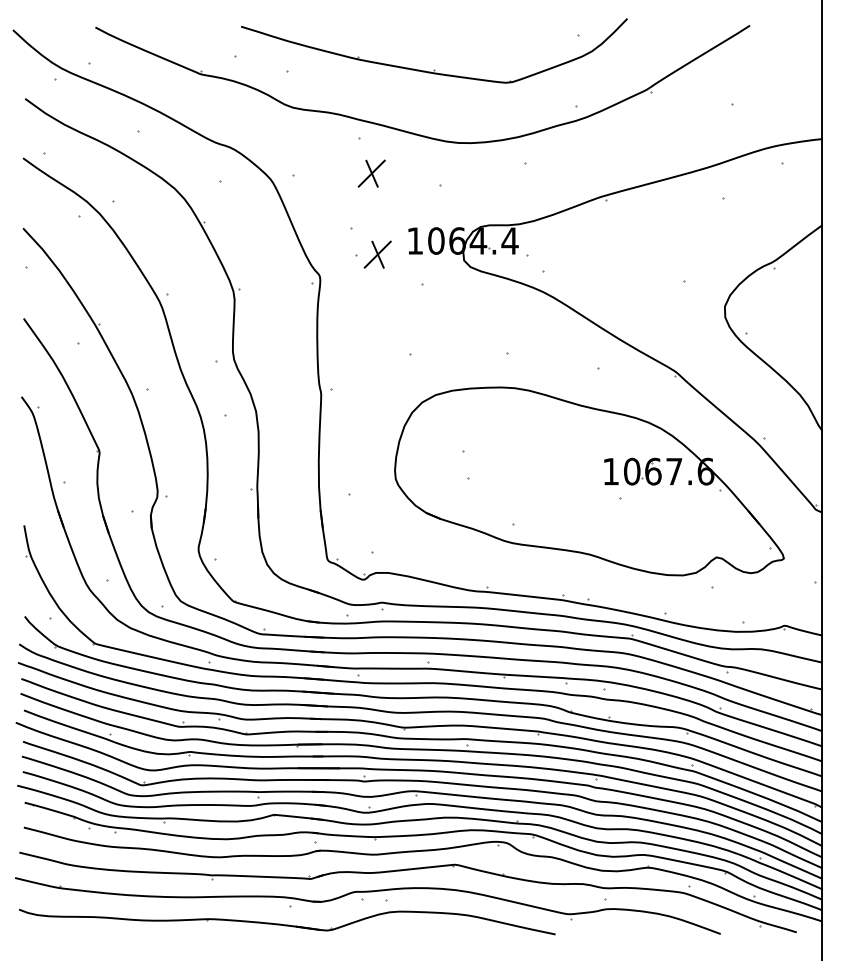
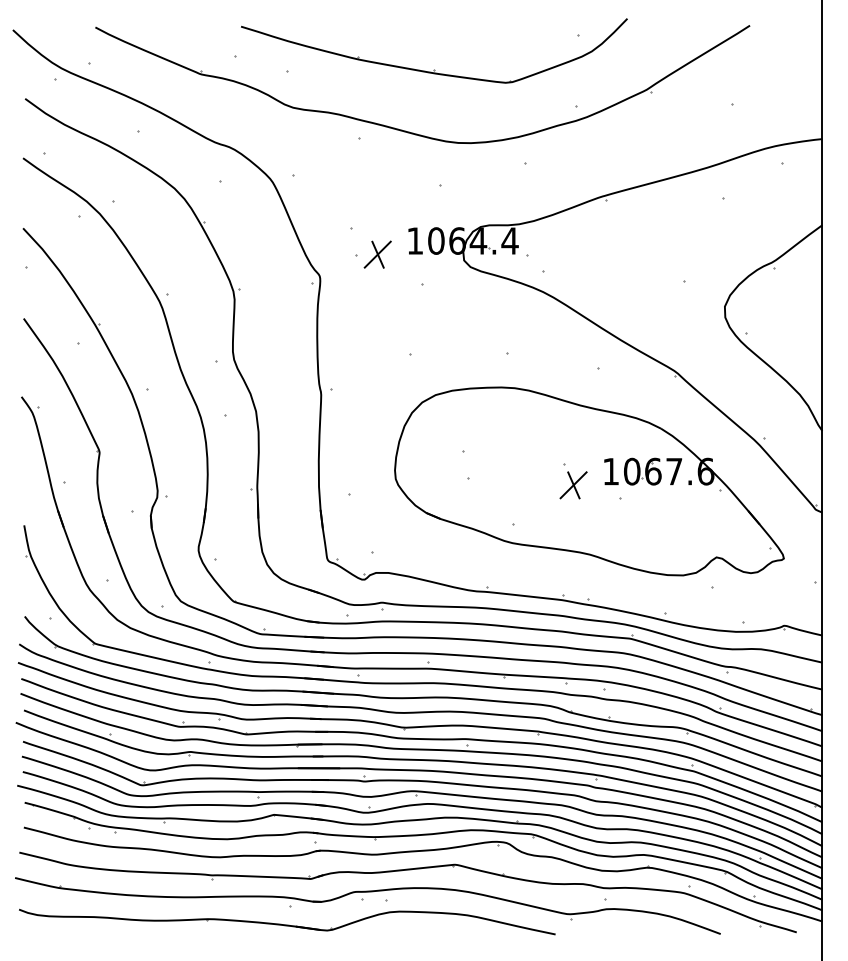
part at (371, 173): present -> none
part at (573, 481): none -> present
